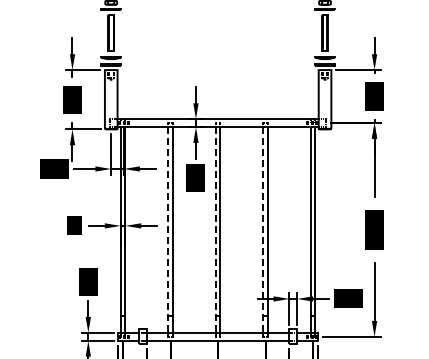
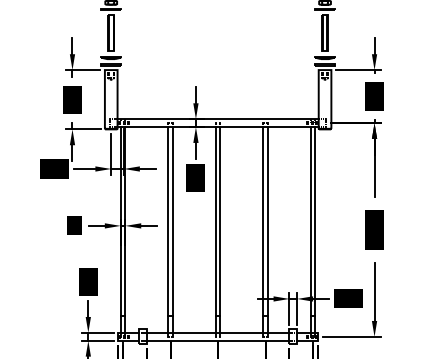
line at (168, 229): dashed -> solid
line at (215, 229): dashed -> solid
line at (263, 229): dashed -> solid
